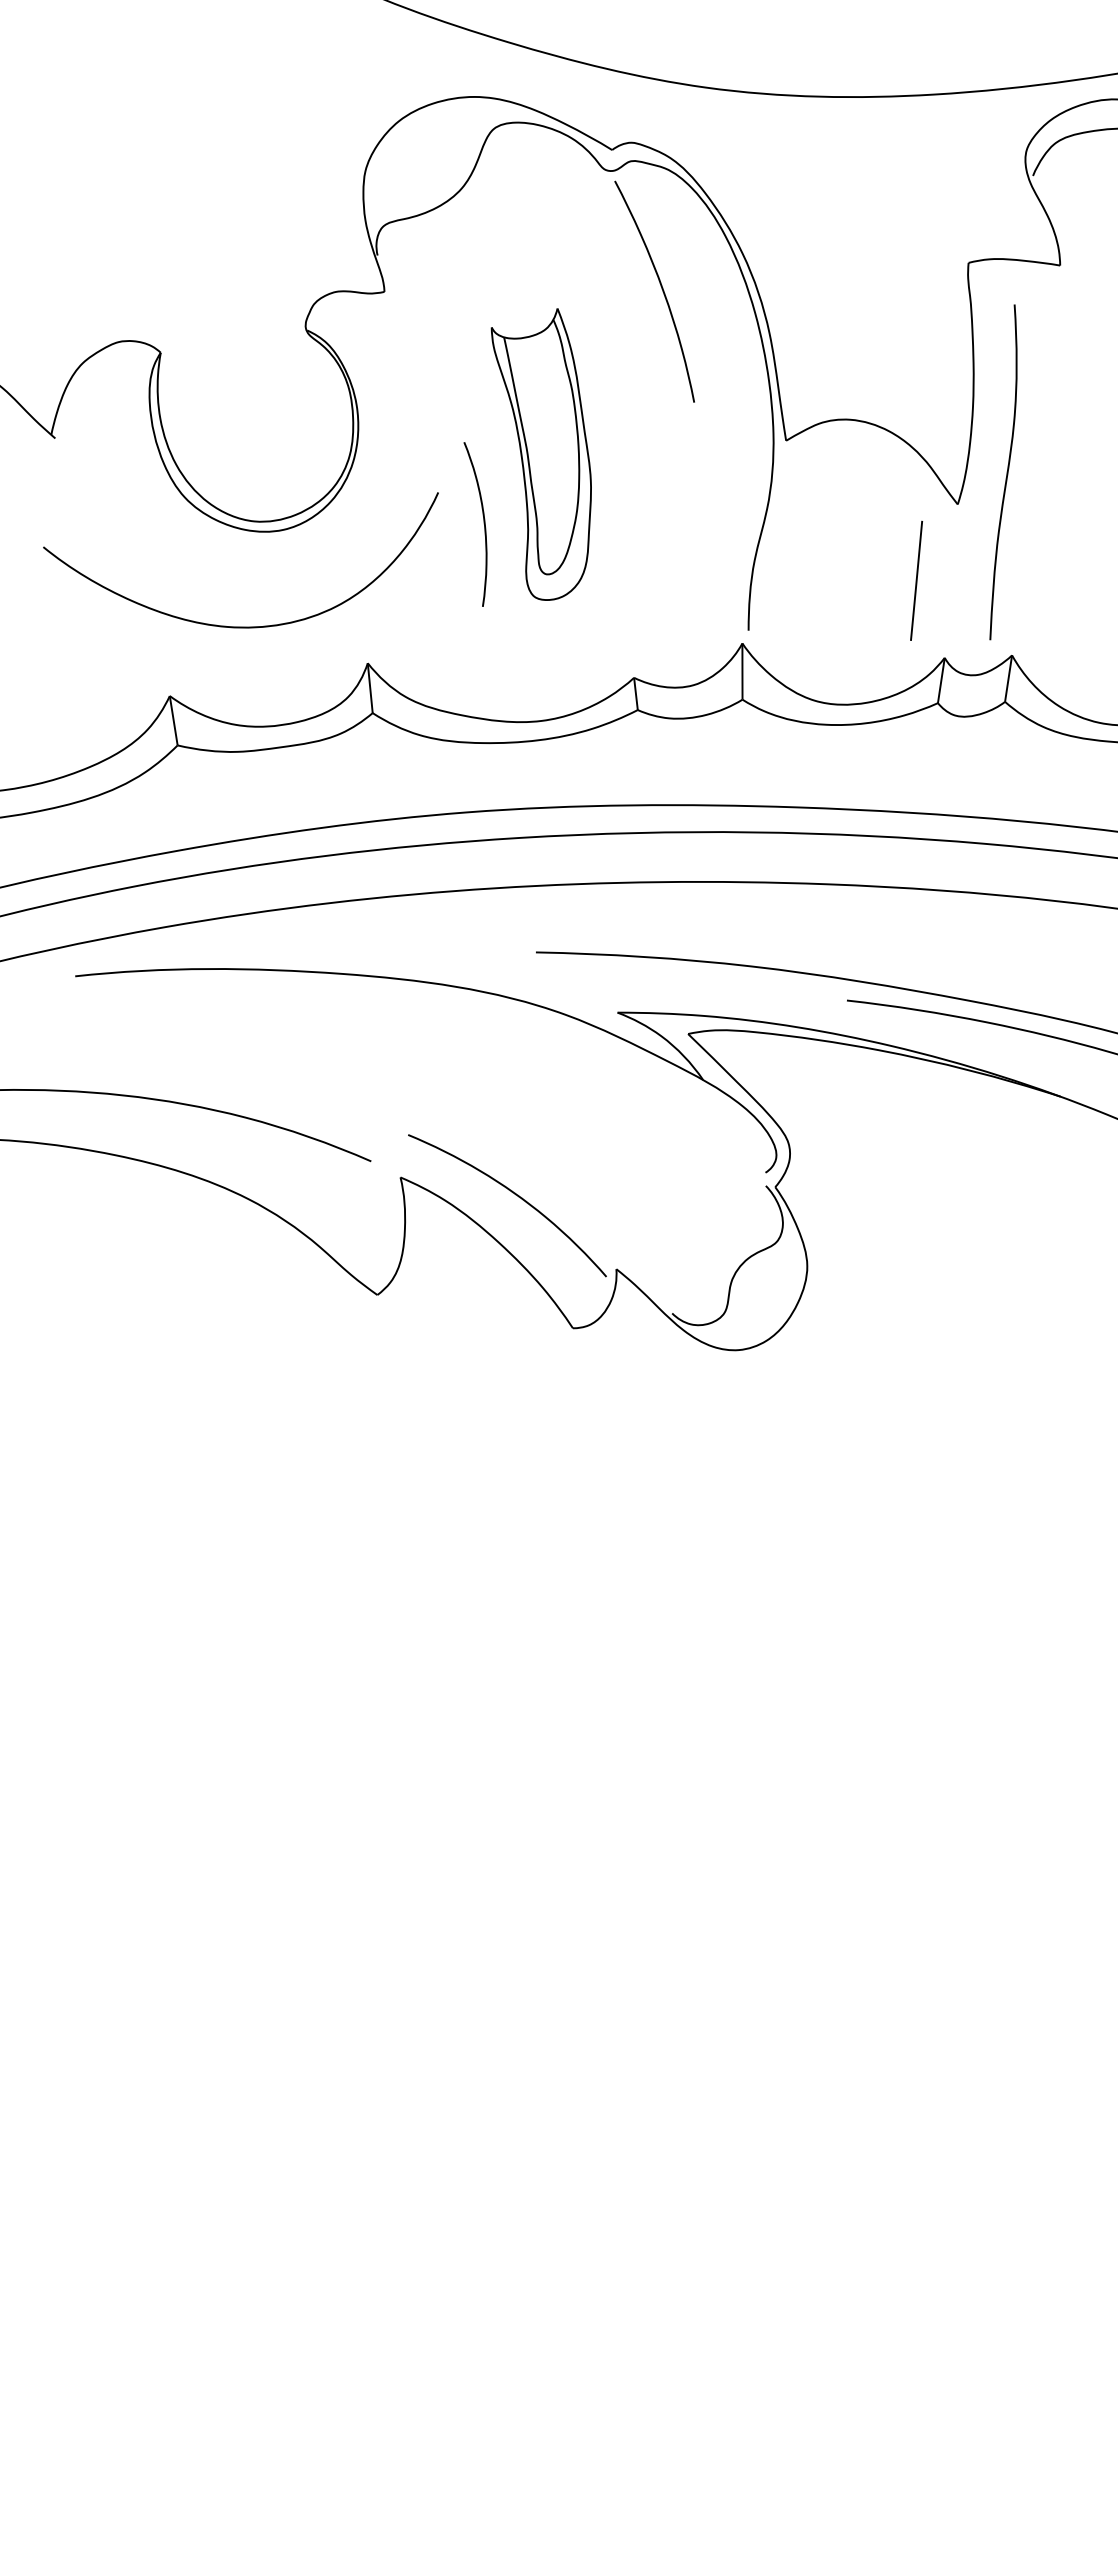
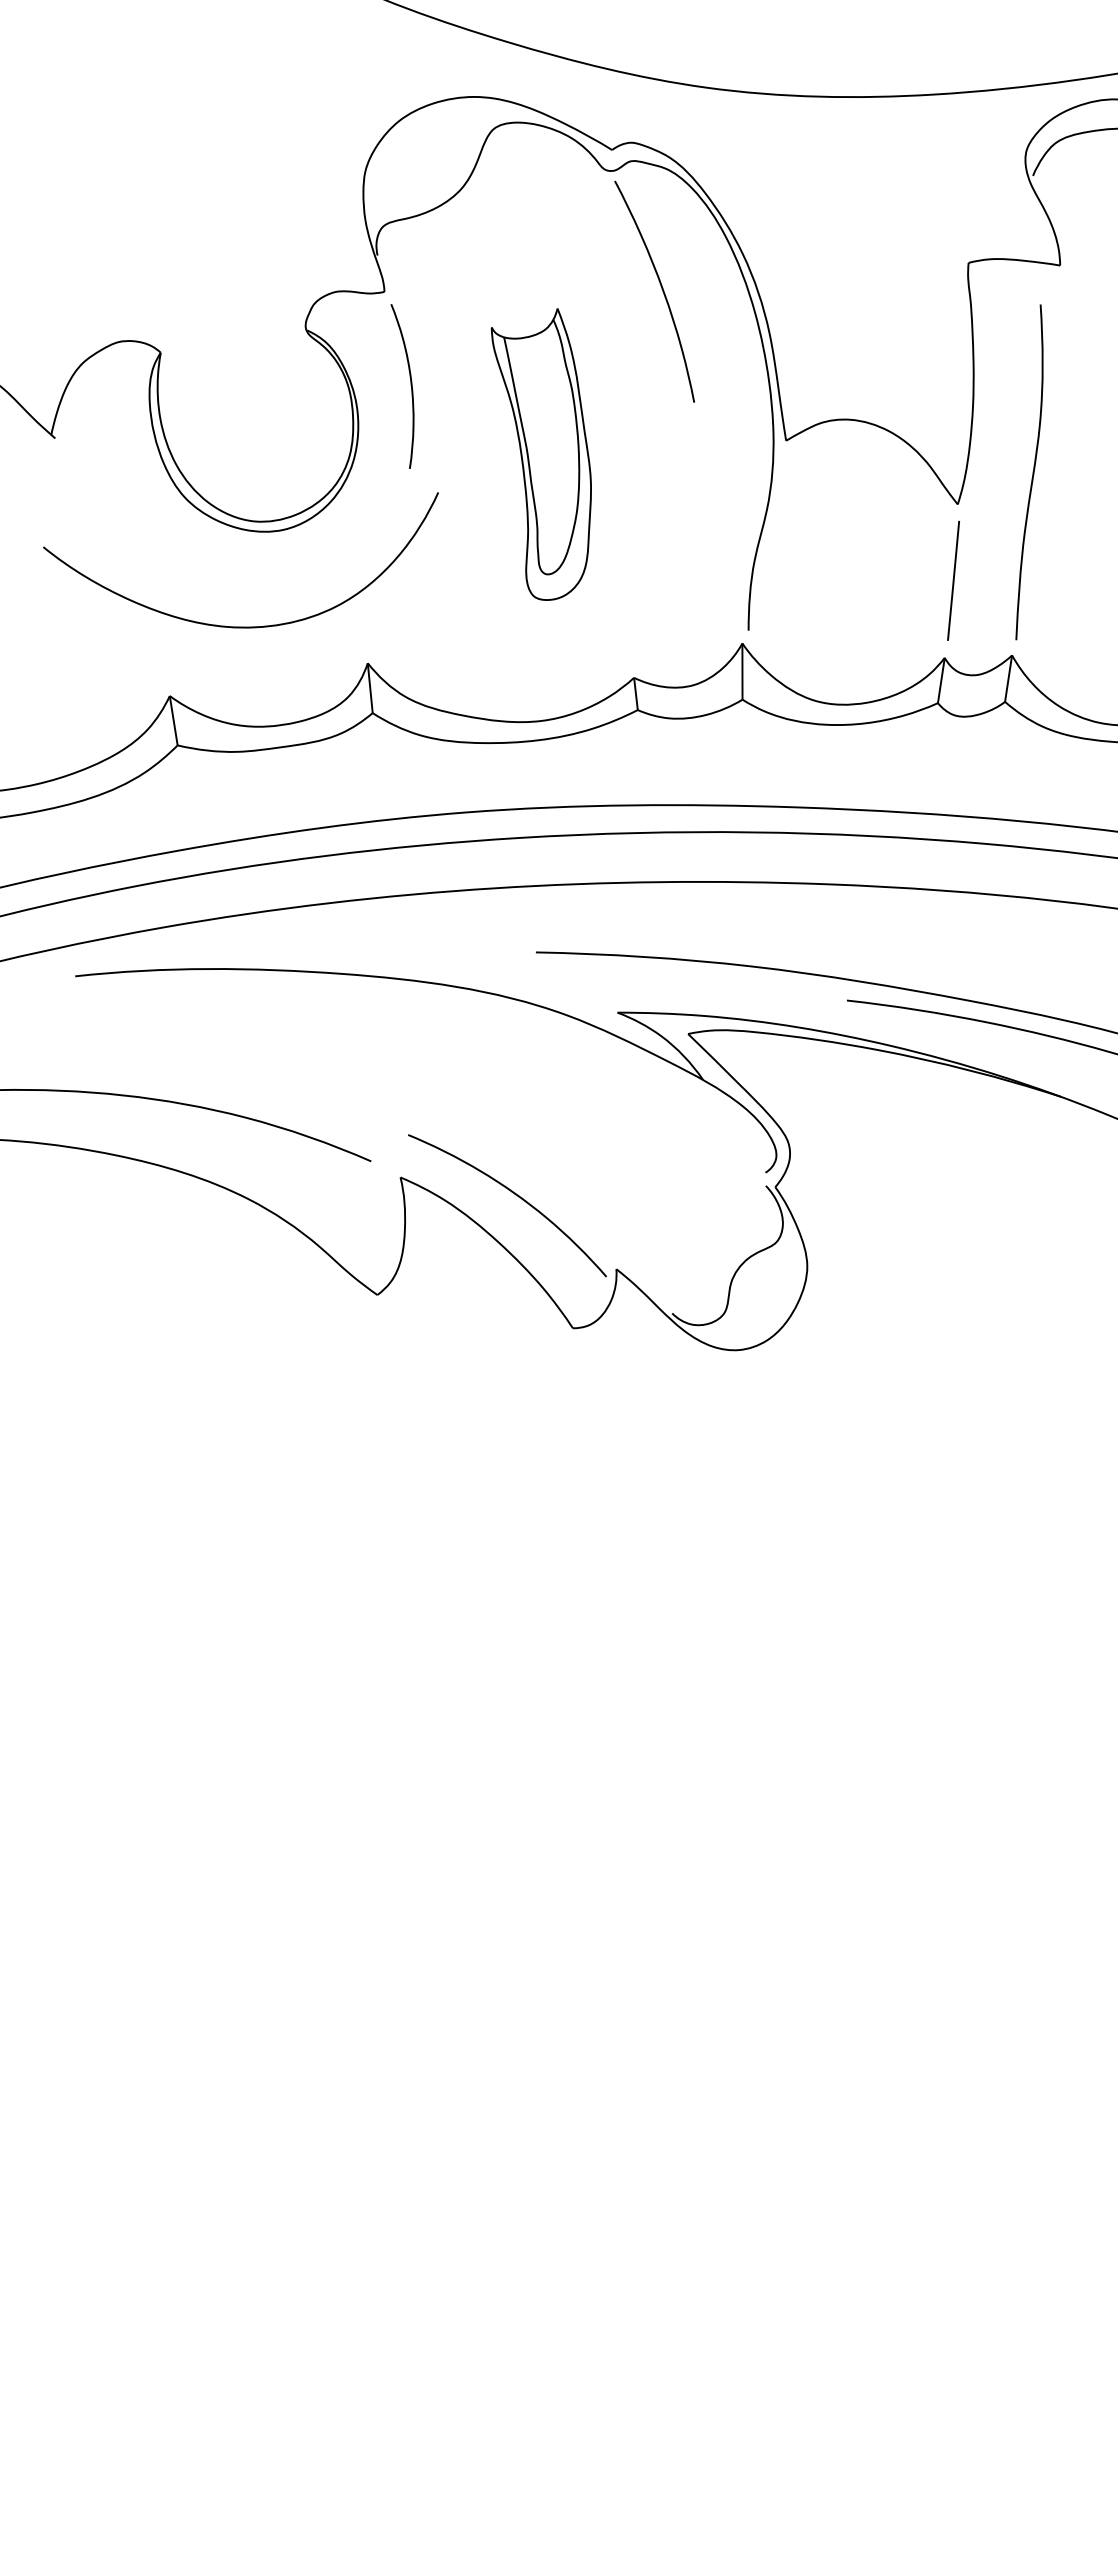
curve at (1006, 472) position: (1006, 472) -> (1032, 472)
curve at (483, 523) position: (483, 523) -> (410, 385)
line at (916, 580) position: (916, 580) -> (953, 580)
